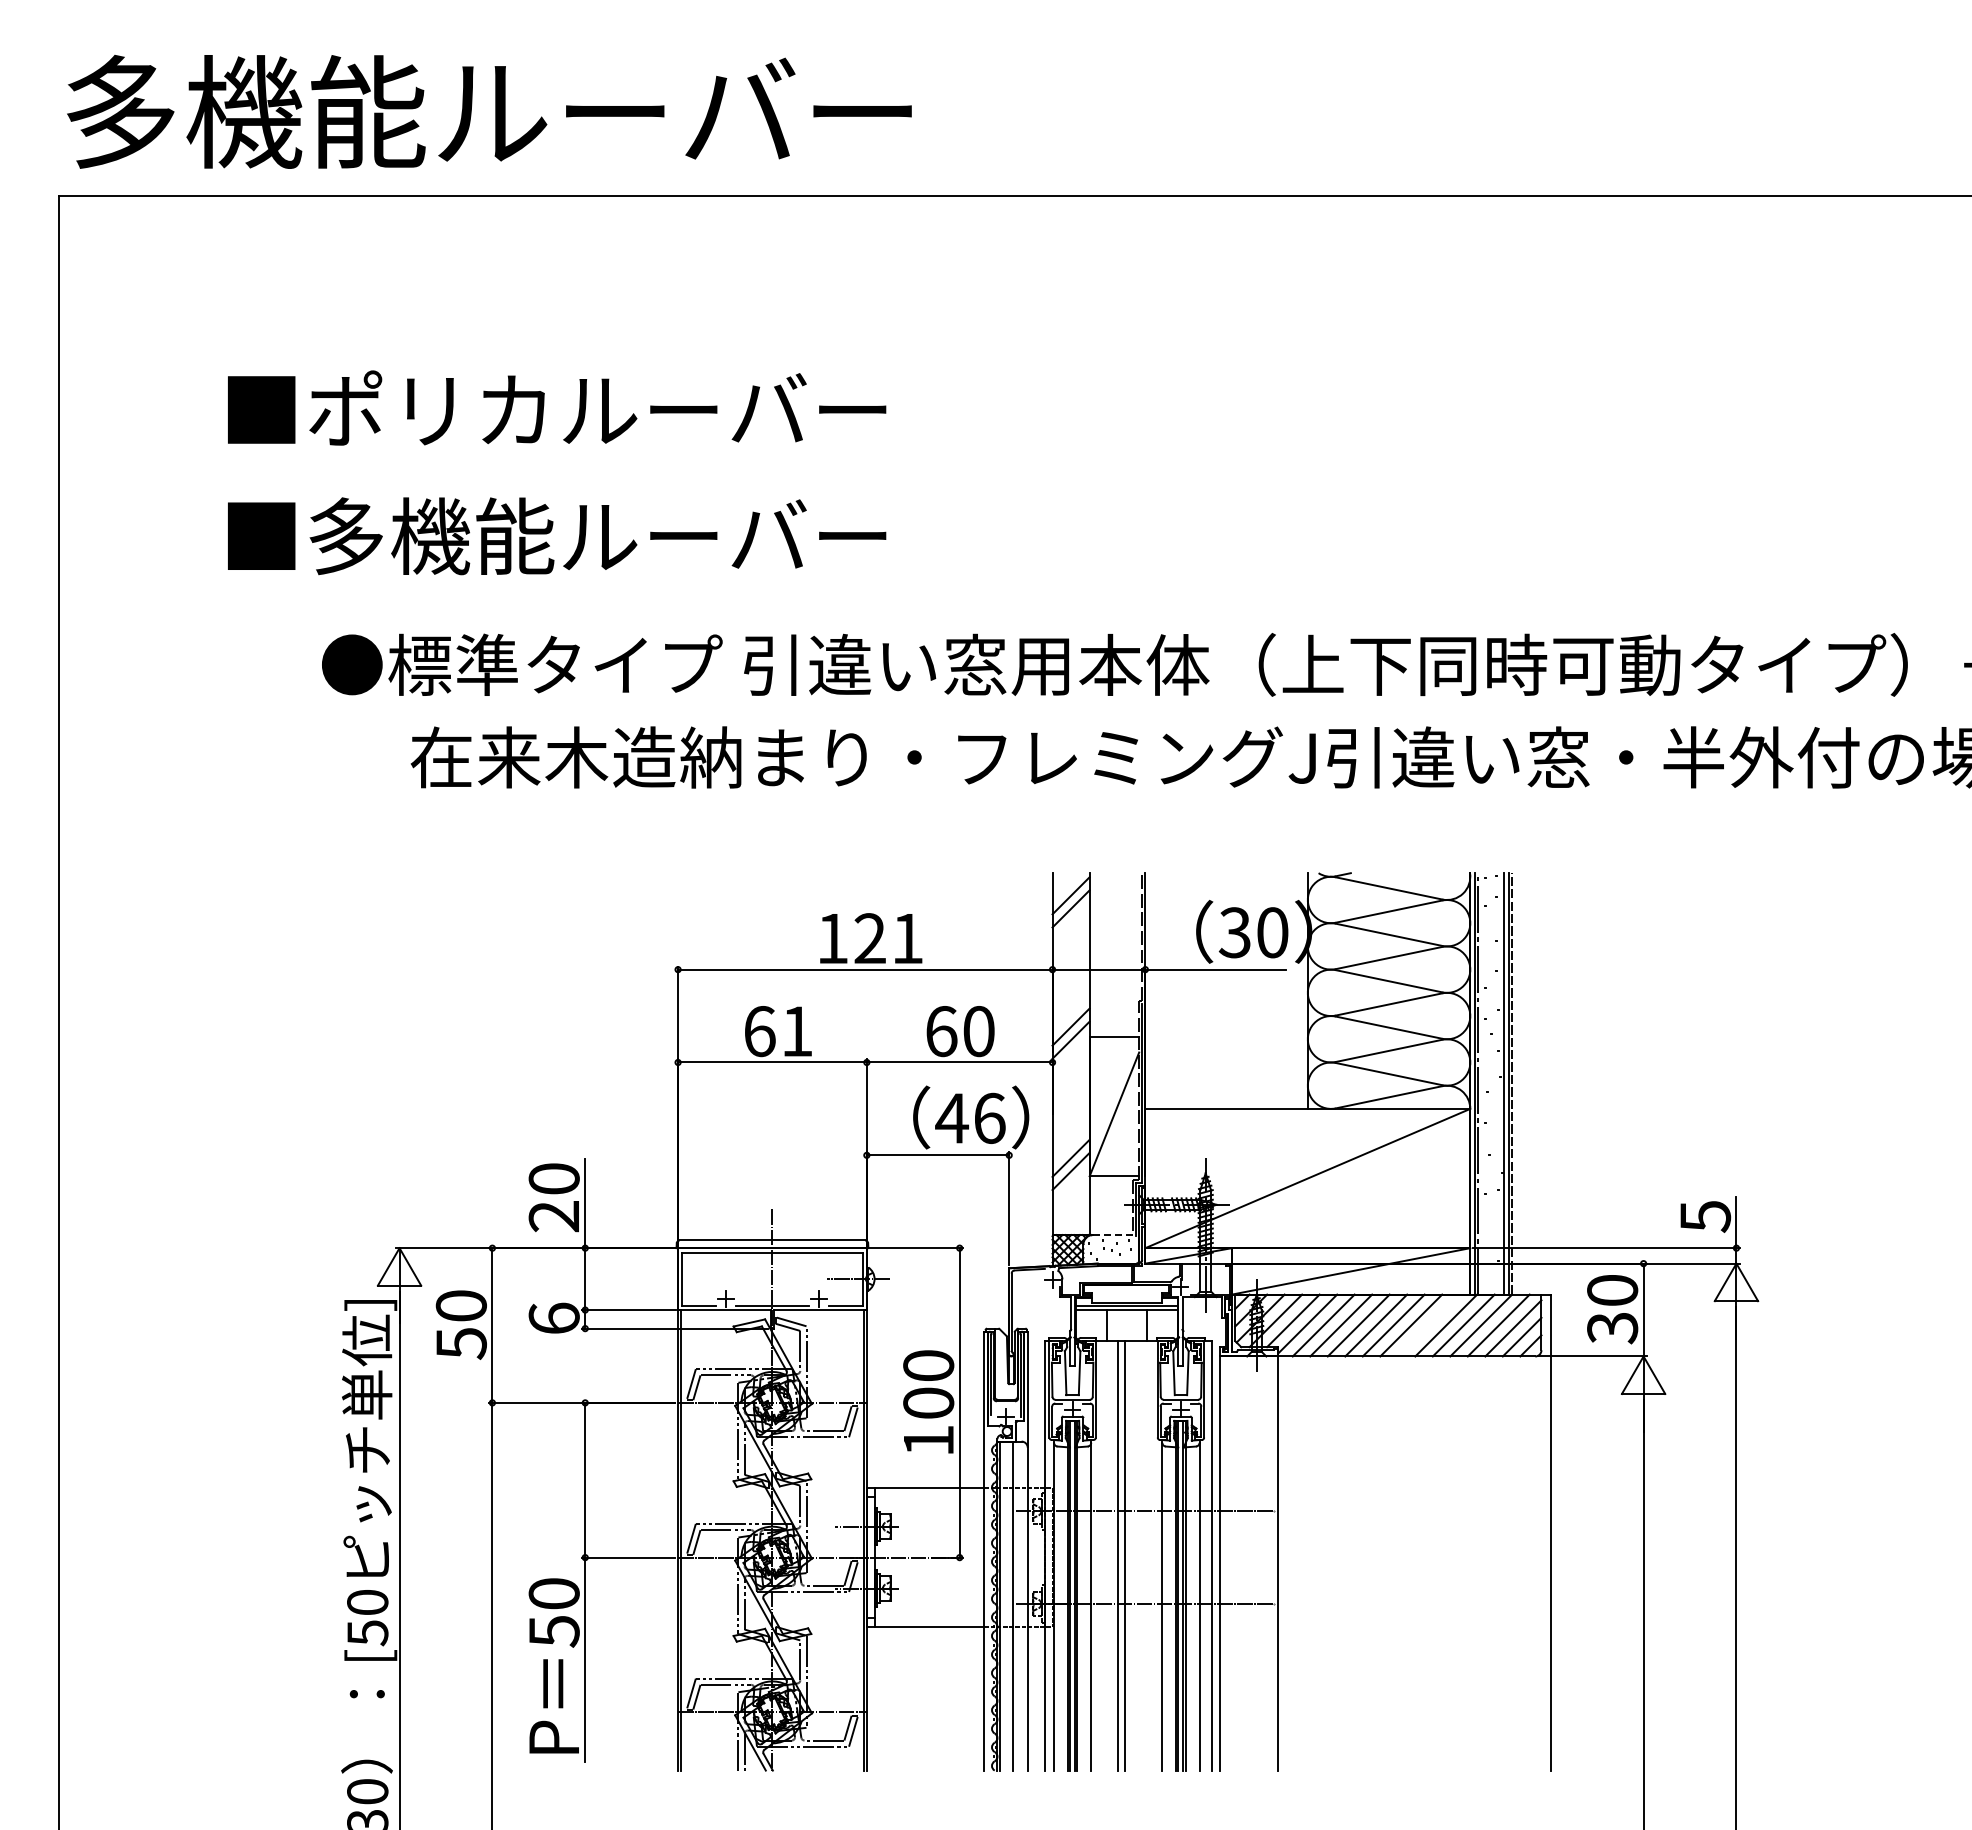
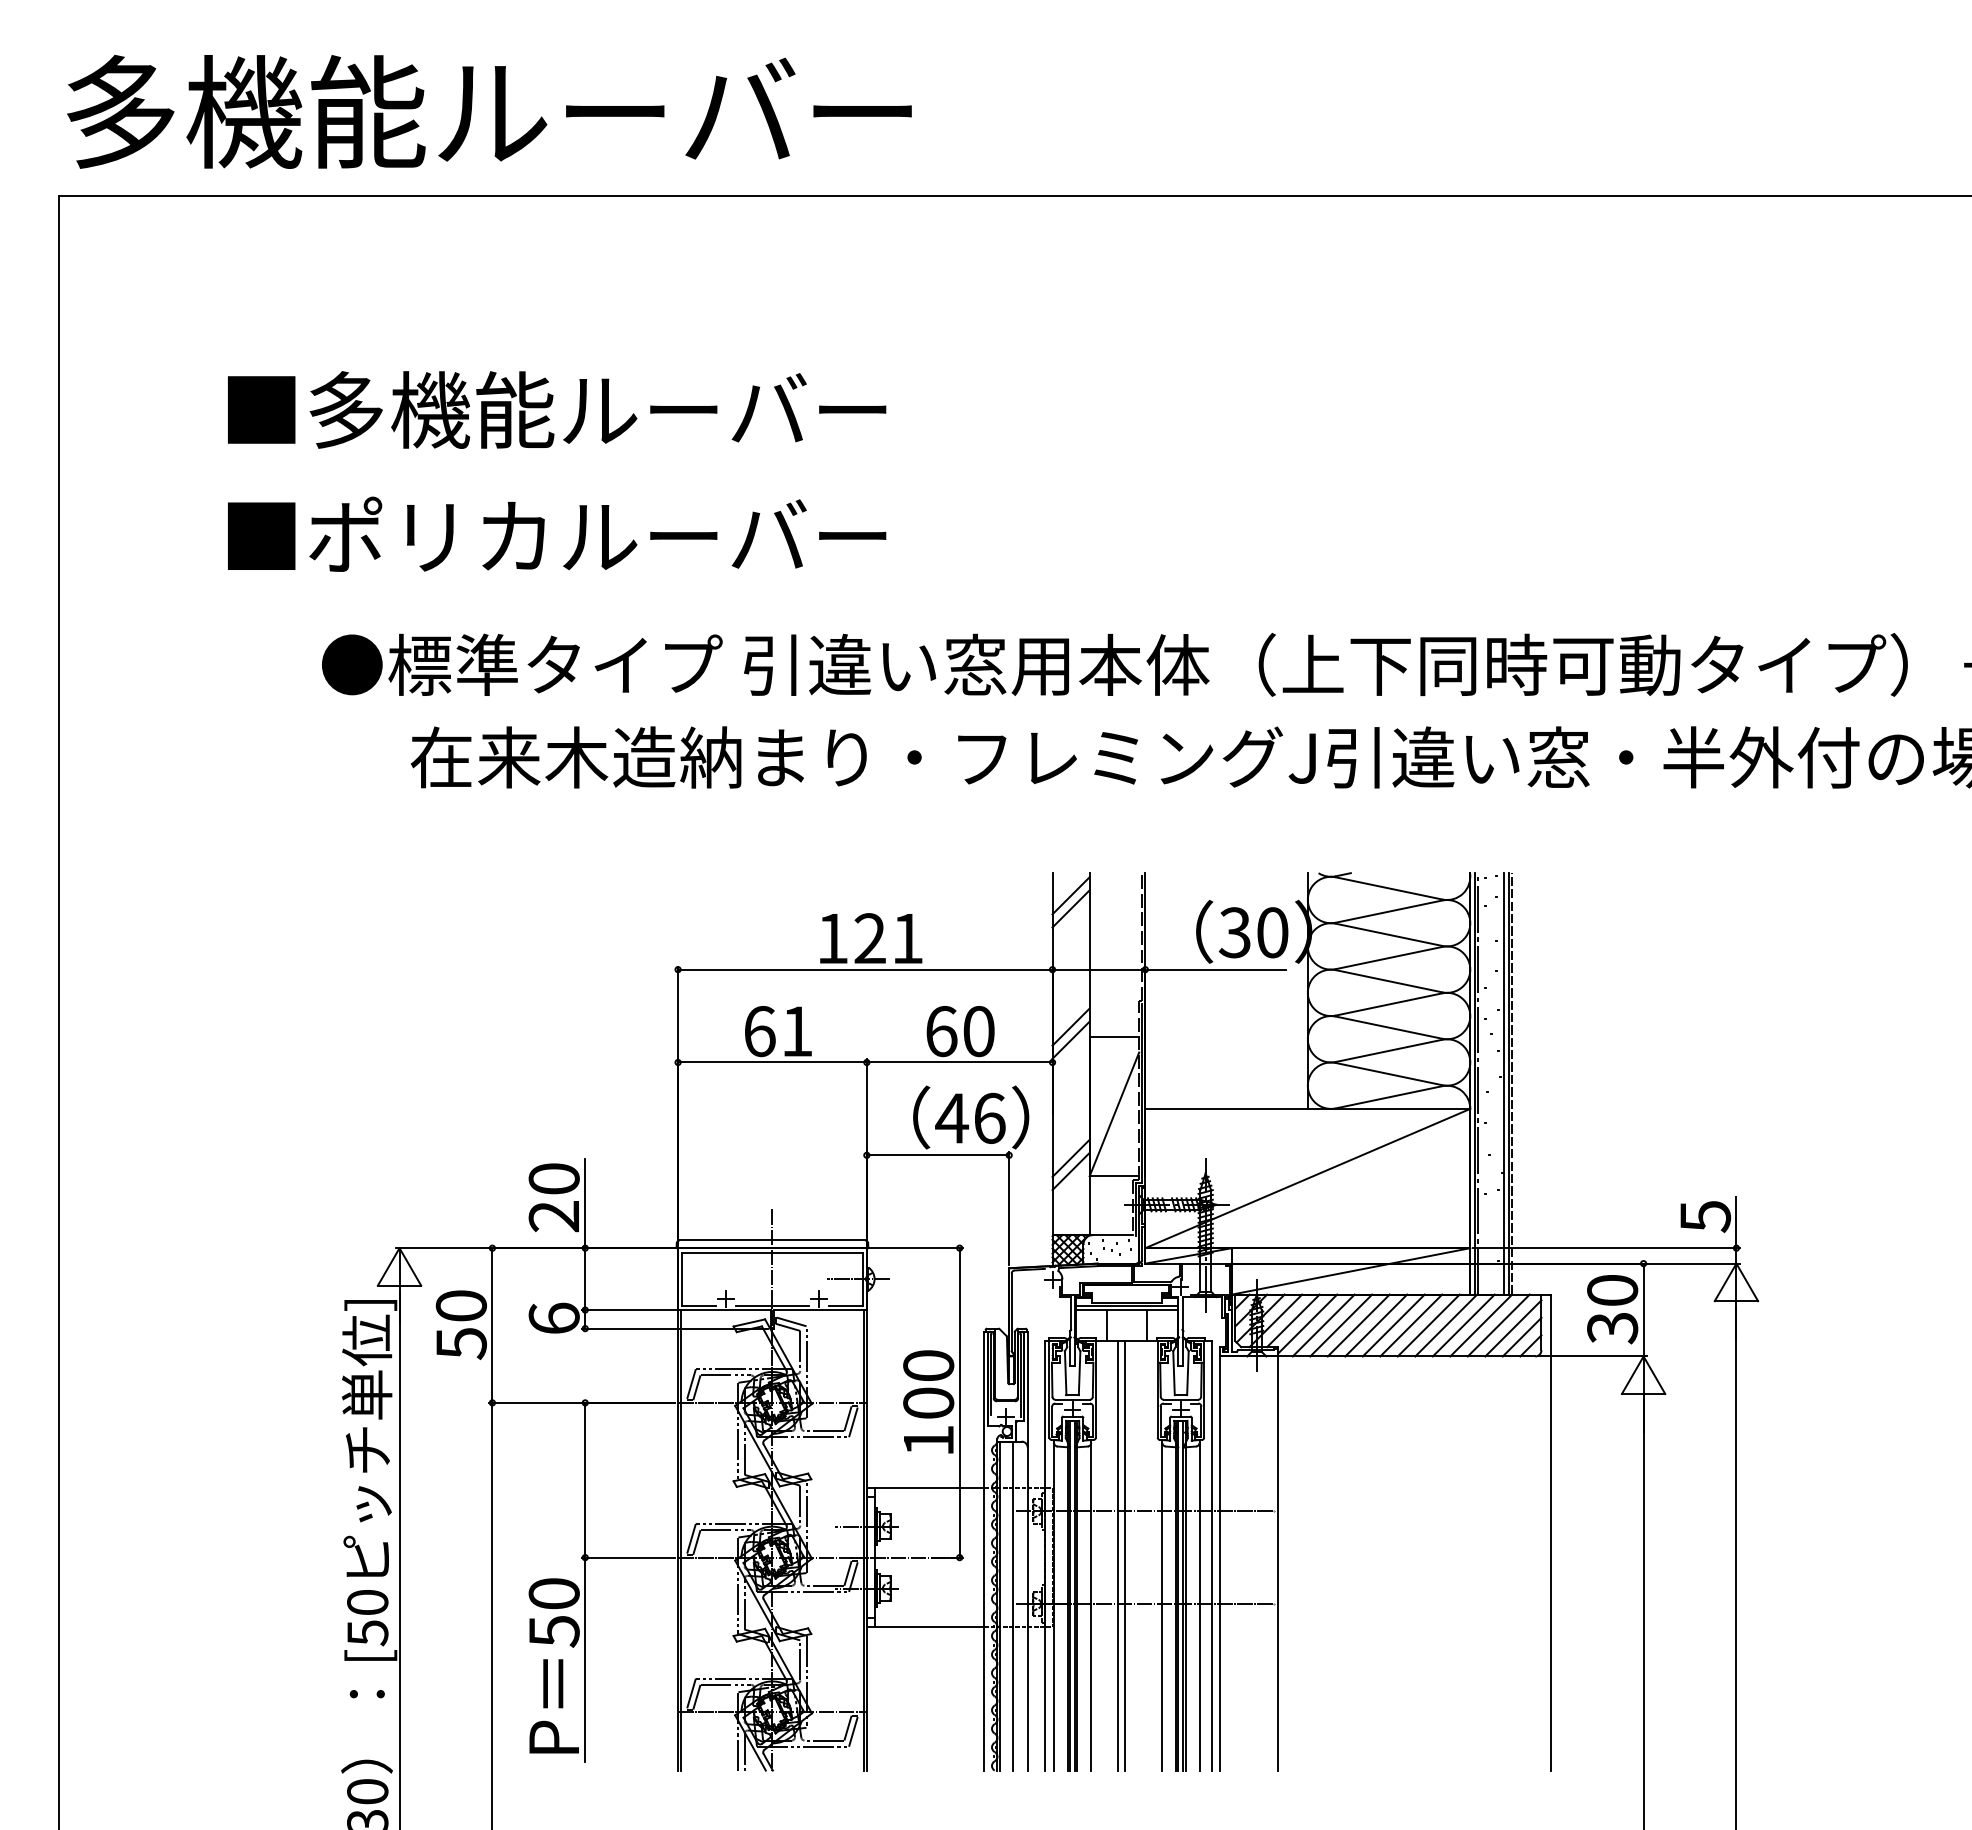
text at (431, 409): ■ポリカルーバー -> ■多機能ルーバー
text at (431, 535): ■多機能ルーバー -> ■ポリカルーバー
line at (1112, 1235): dashed -> solid
line at (1428, 1325): none -> present
